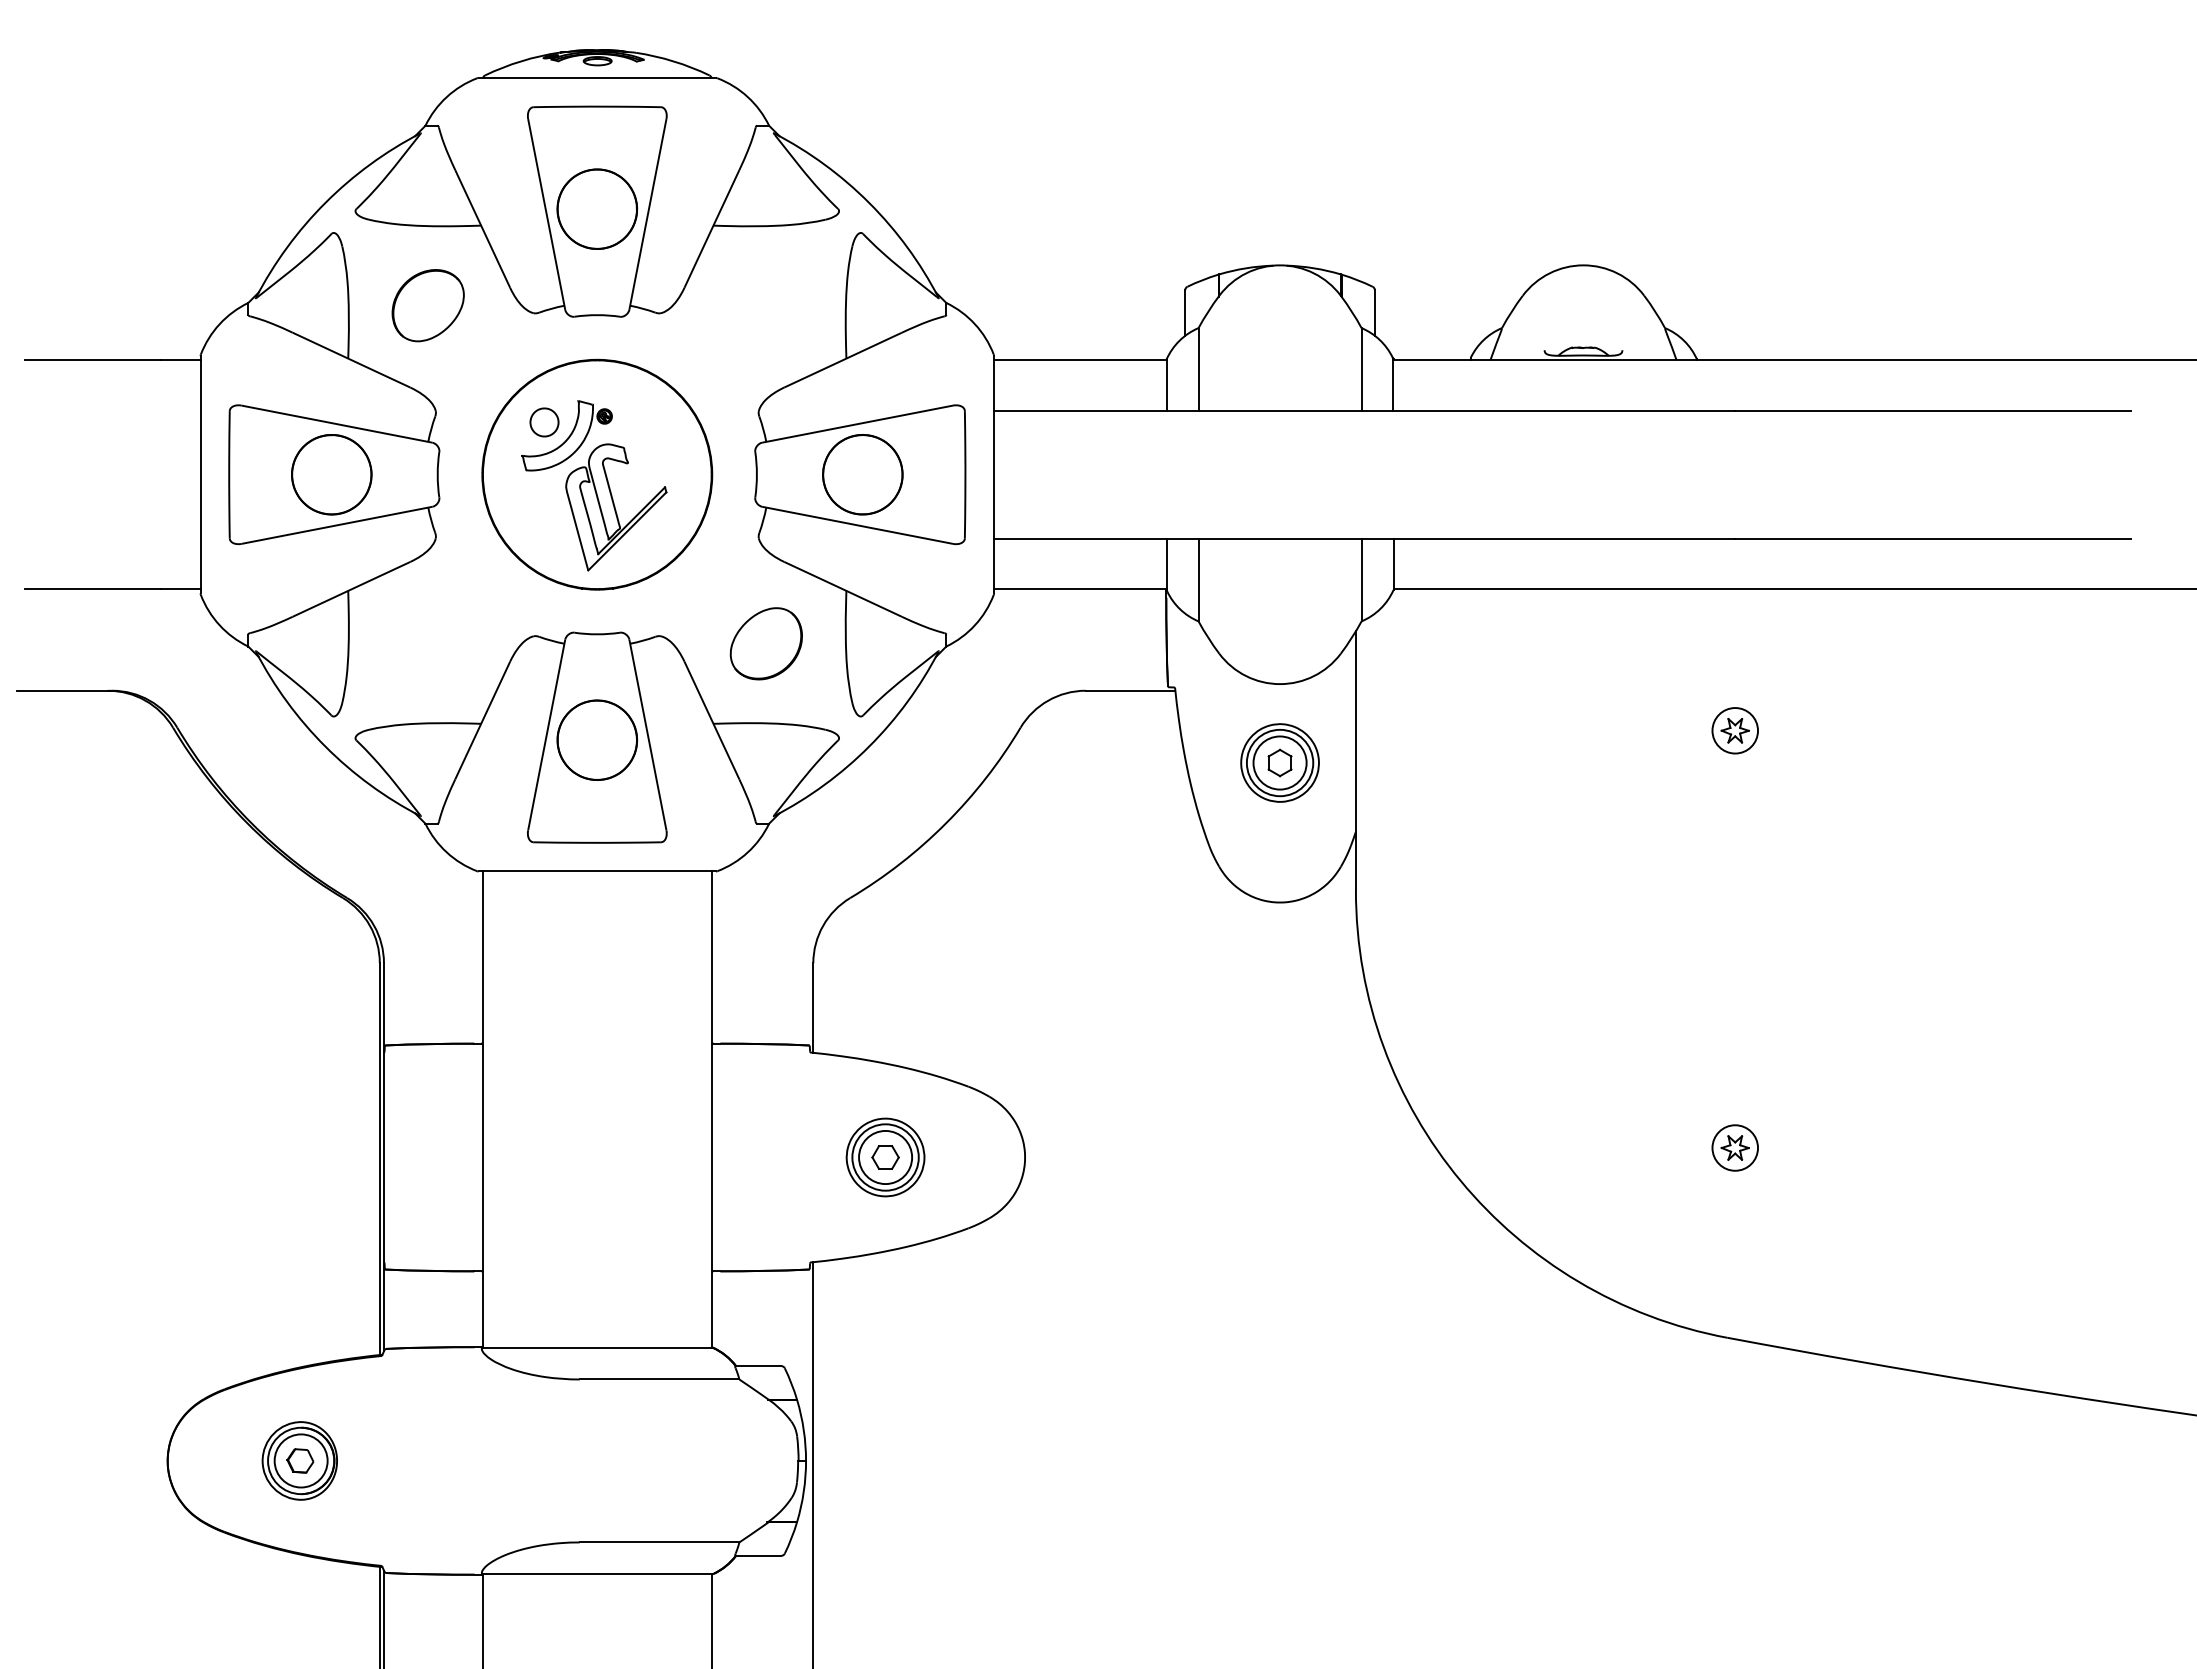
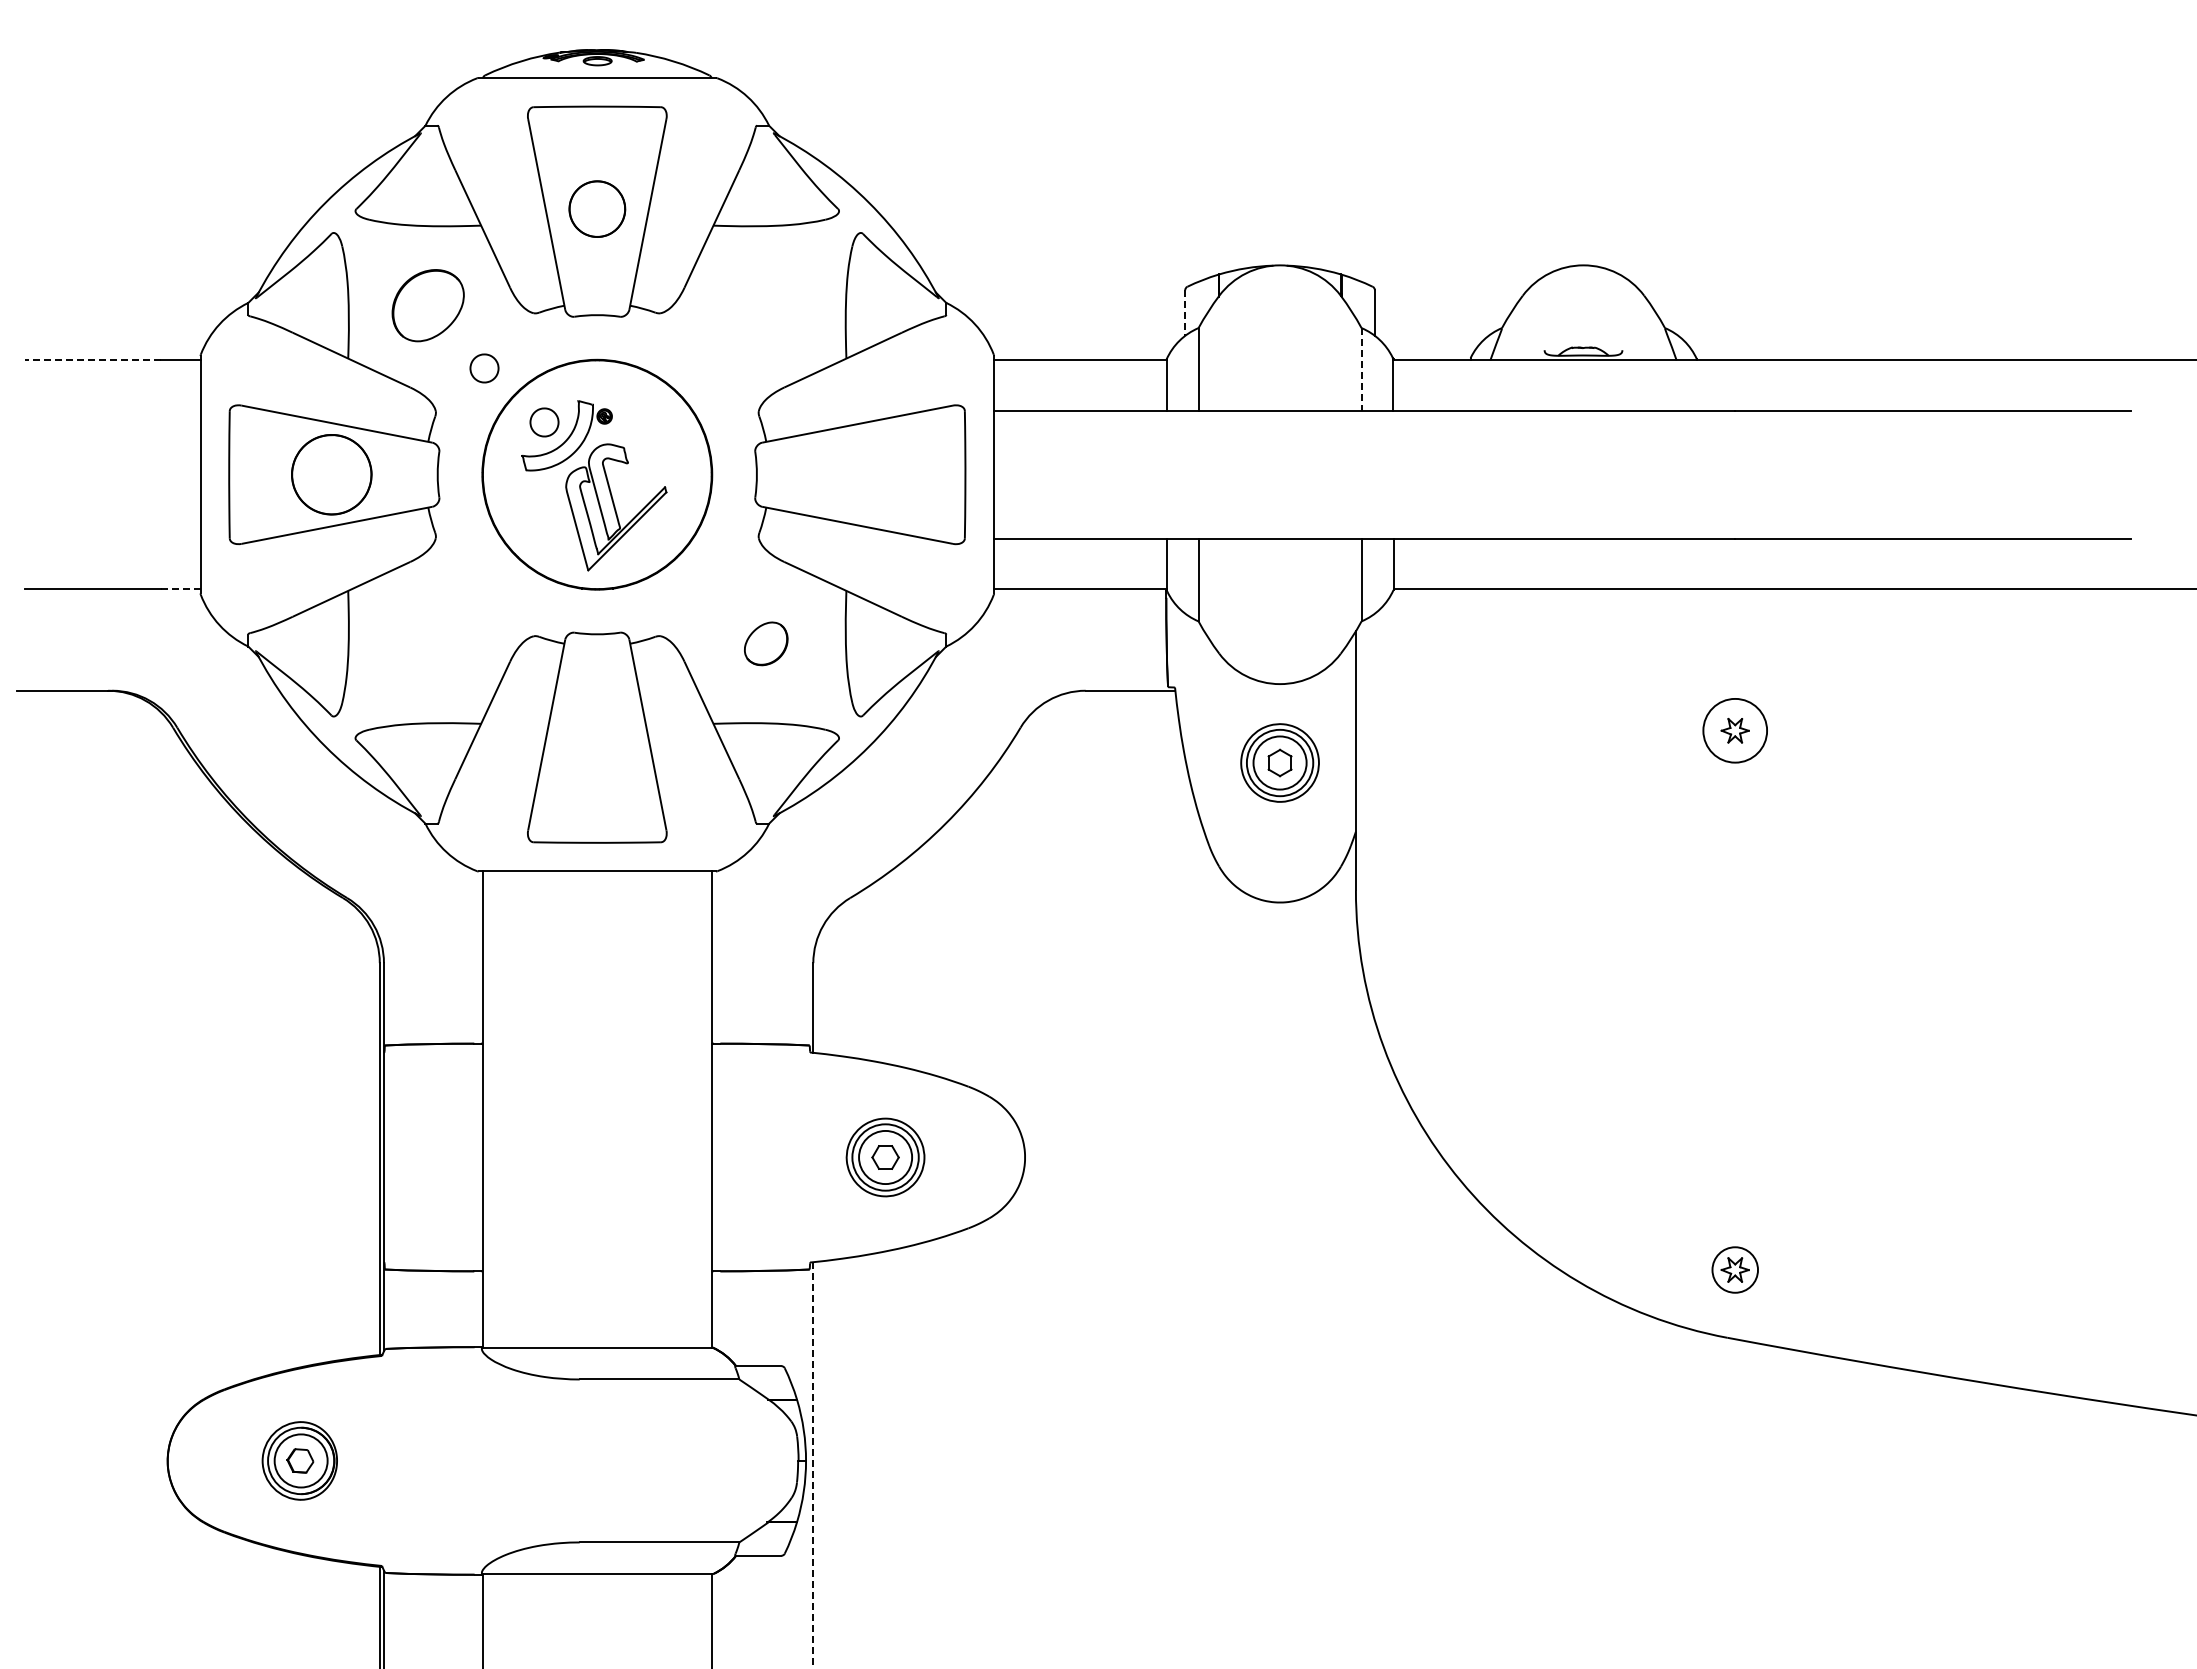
part at (597, 208) size: 83x82 px -> 59x58 px
line at (1185, 312): solid -> dashed
line at (93, 360): solid -> dashed
part at (484, 368): none -> present
line at (1361, 369): solid -> dashed
part at (862, 474): present -> none
line at (180, 589): solid -> dashed
part at (765, 643) size: 74x74 px -> 45x46 px
circle at (1735, 730) diameter: 46 px -> 64 px
part at (597, 739): present -> none
part at (1734, 1147) position: (1734, 1147) -> (1734, 1269)
line at (813, 1465): solid -> dashed
